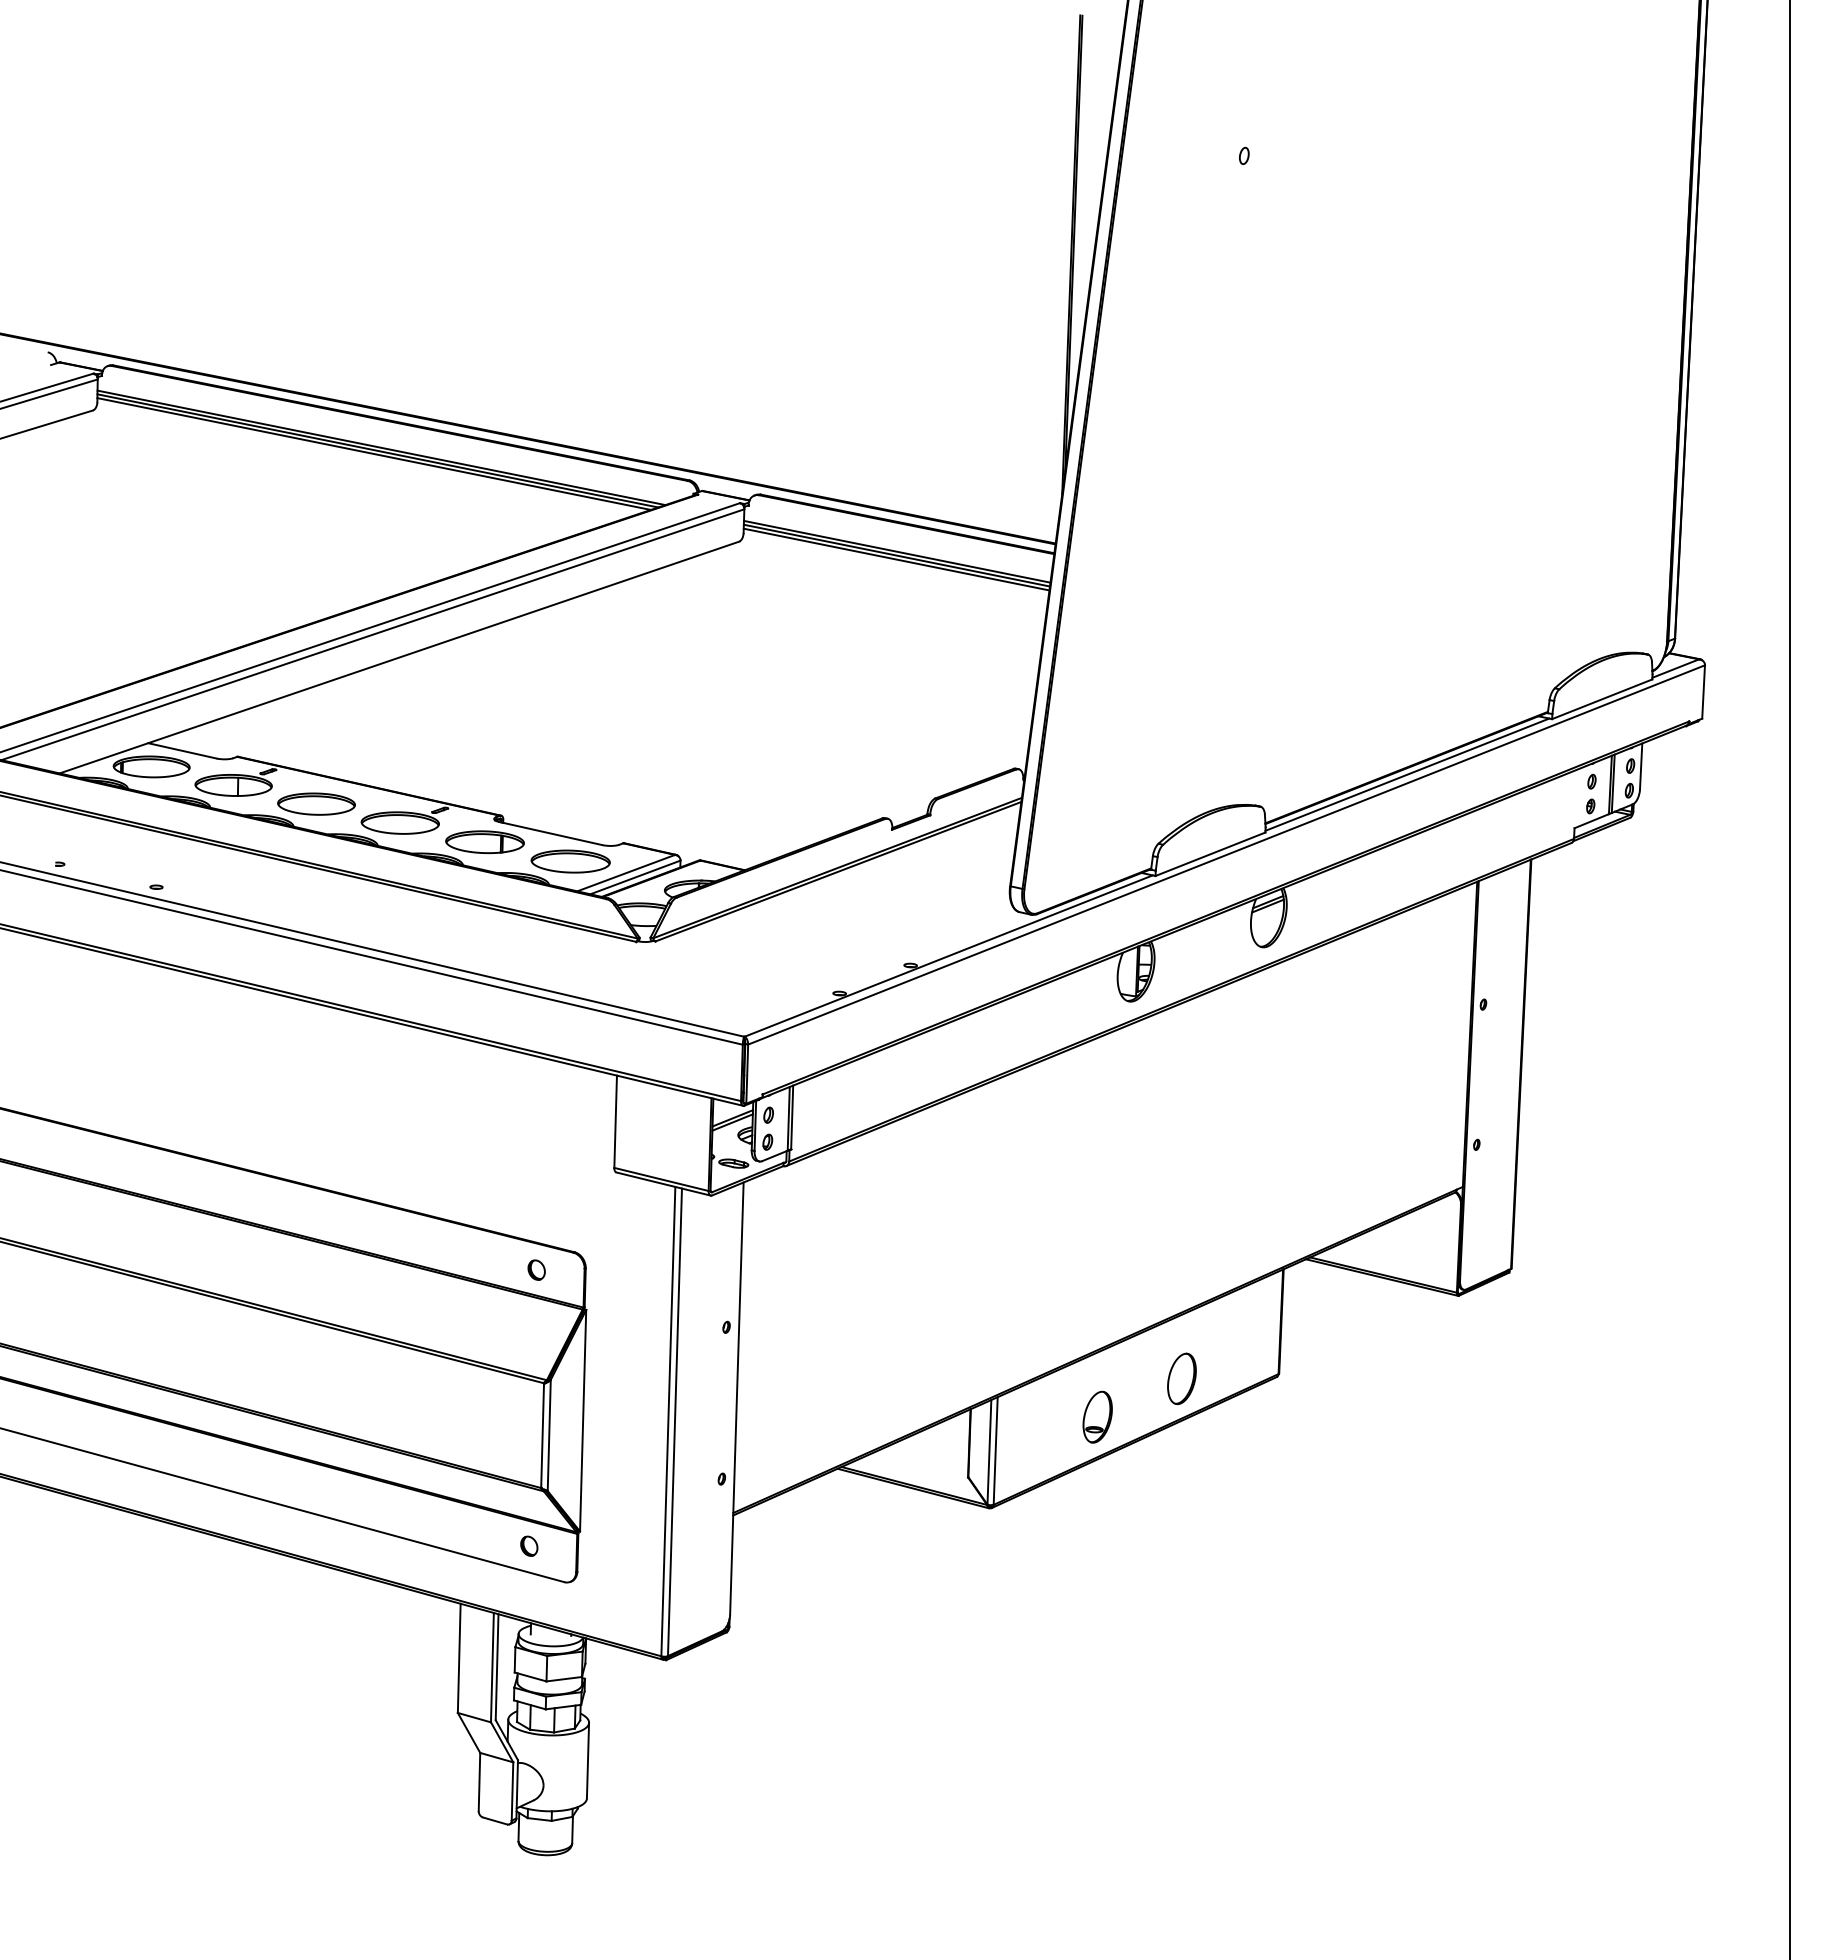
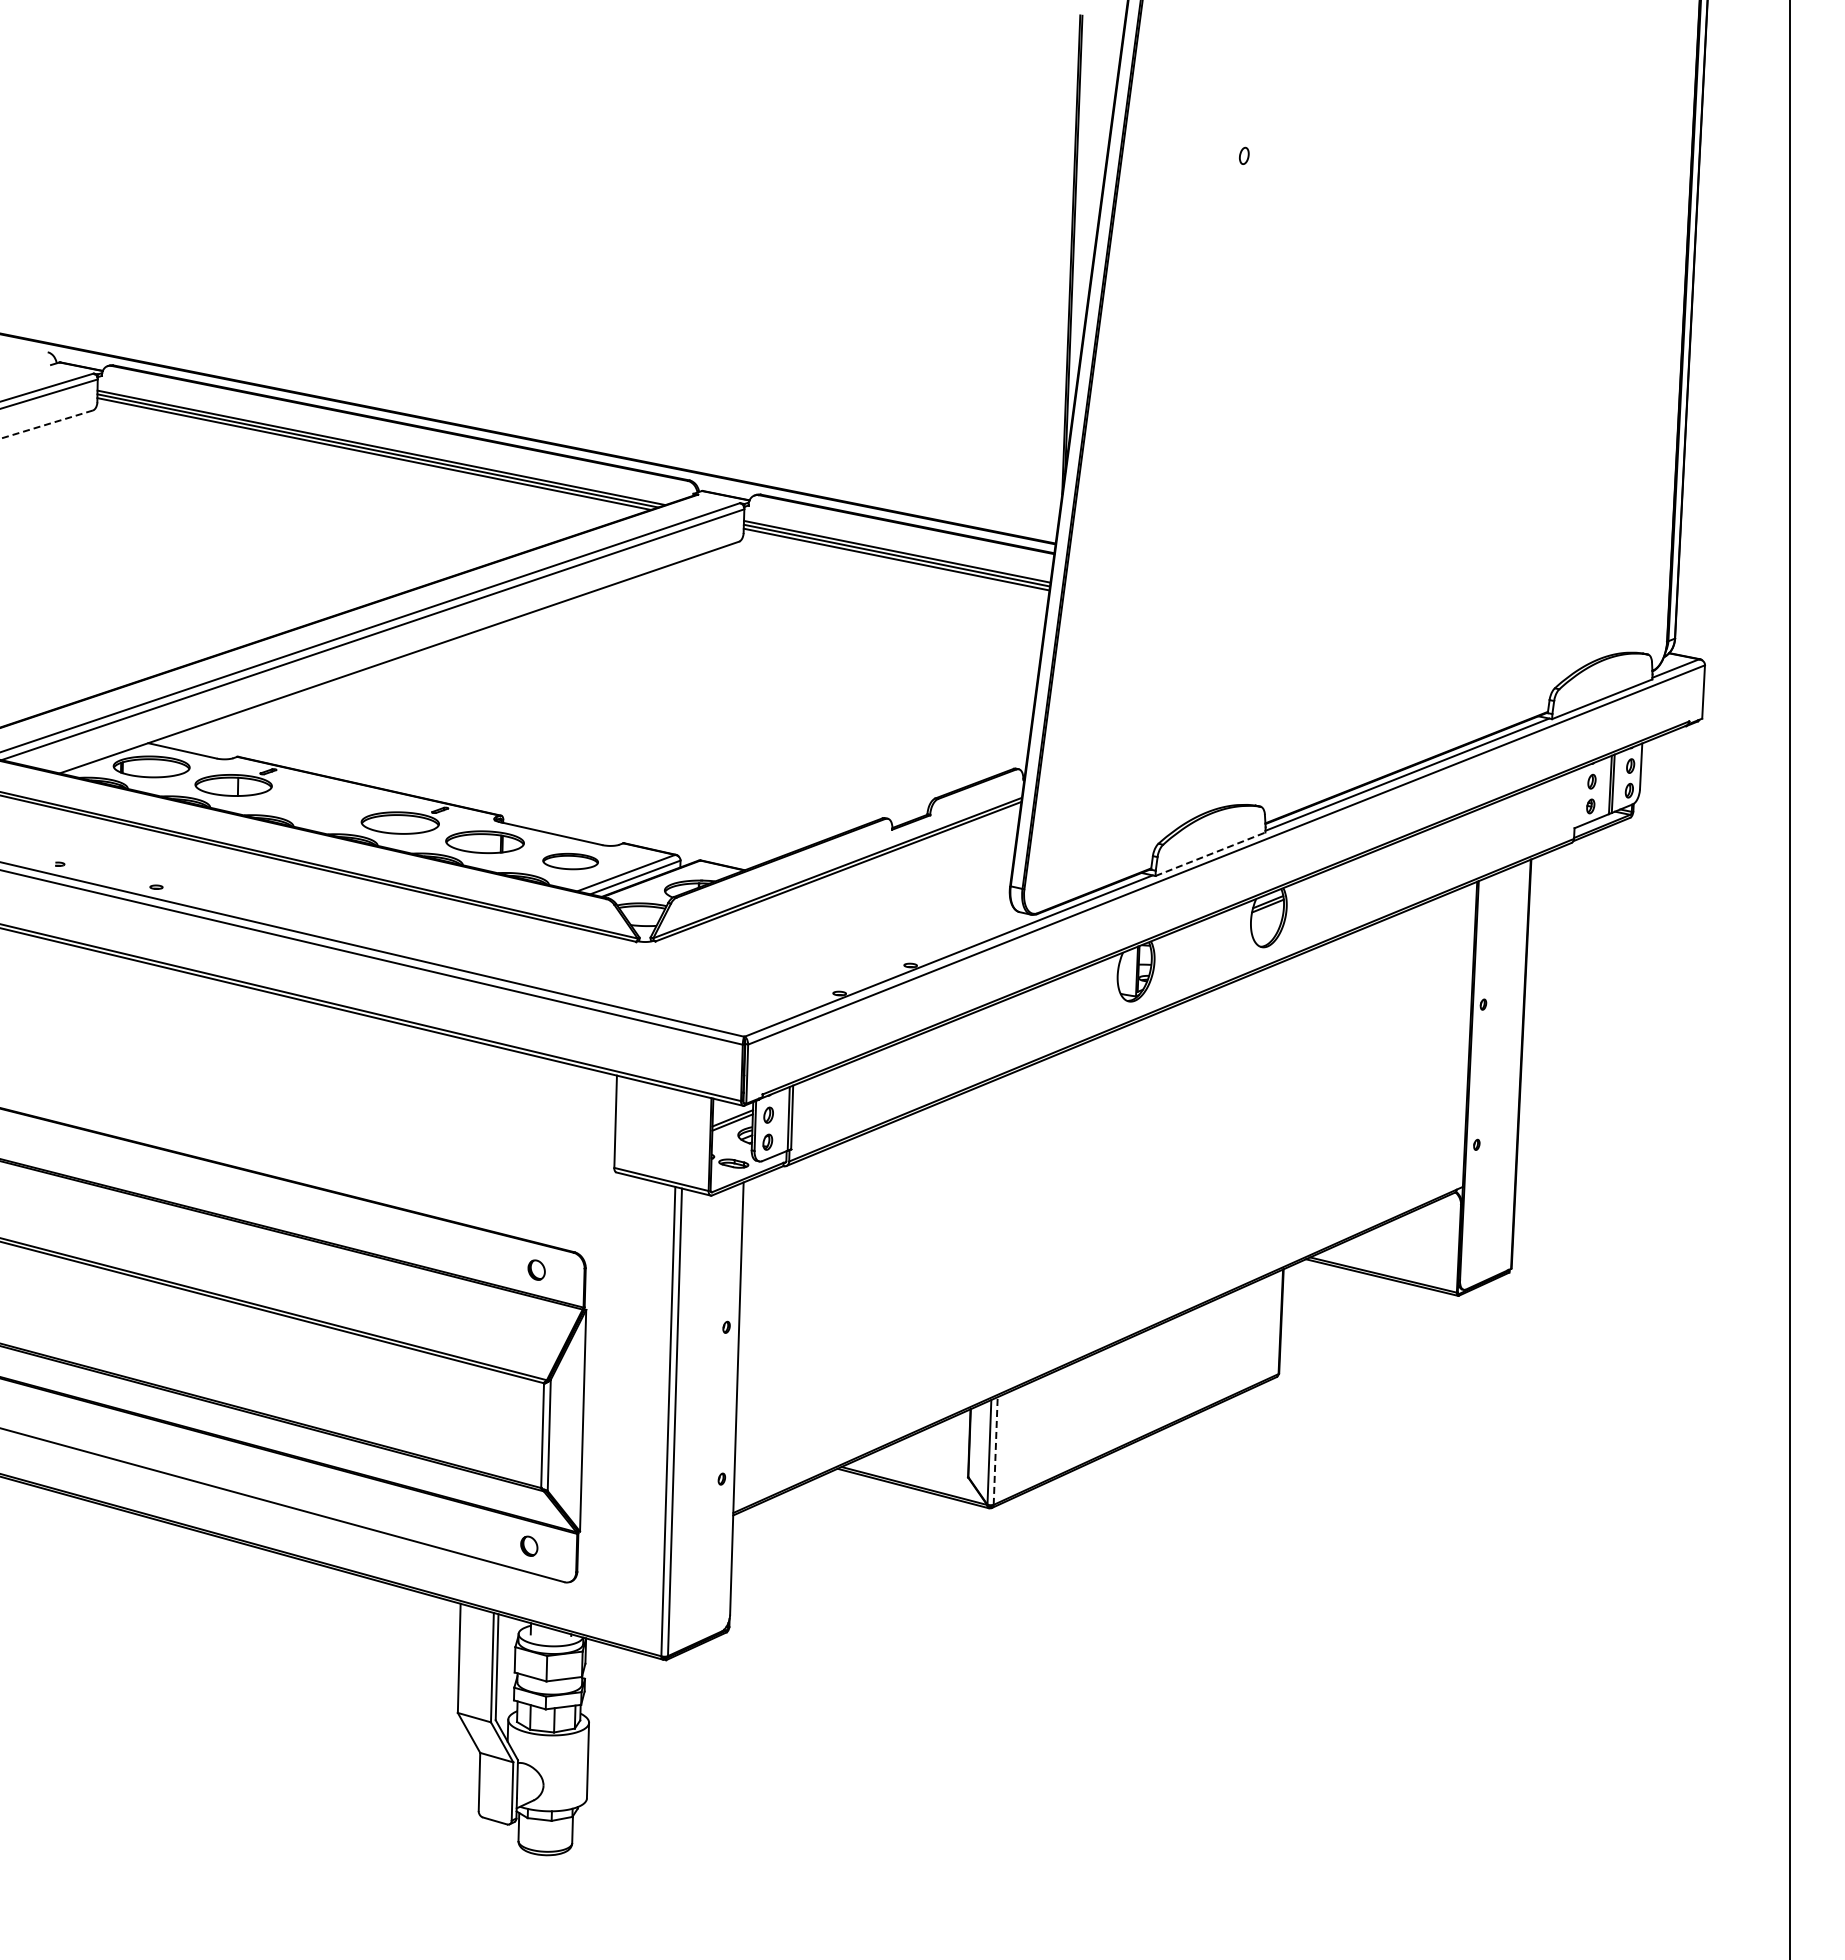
line at (46, 424): solid -> dashed
part at (316, 803): present -> none
line at (1210, 854): solid -> dashed
part at (570, 861) size: 81x25 px -> 57x19 px
part at (1181, 1378): present -> none
part at (1097, 1416): present -> none
line at (995, 1451): solid -> dashed
